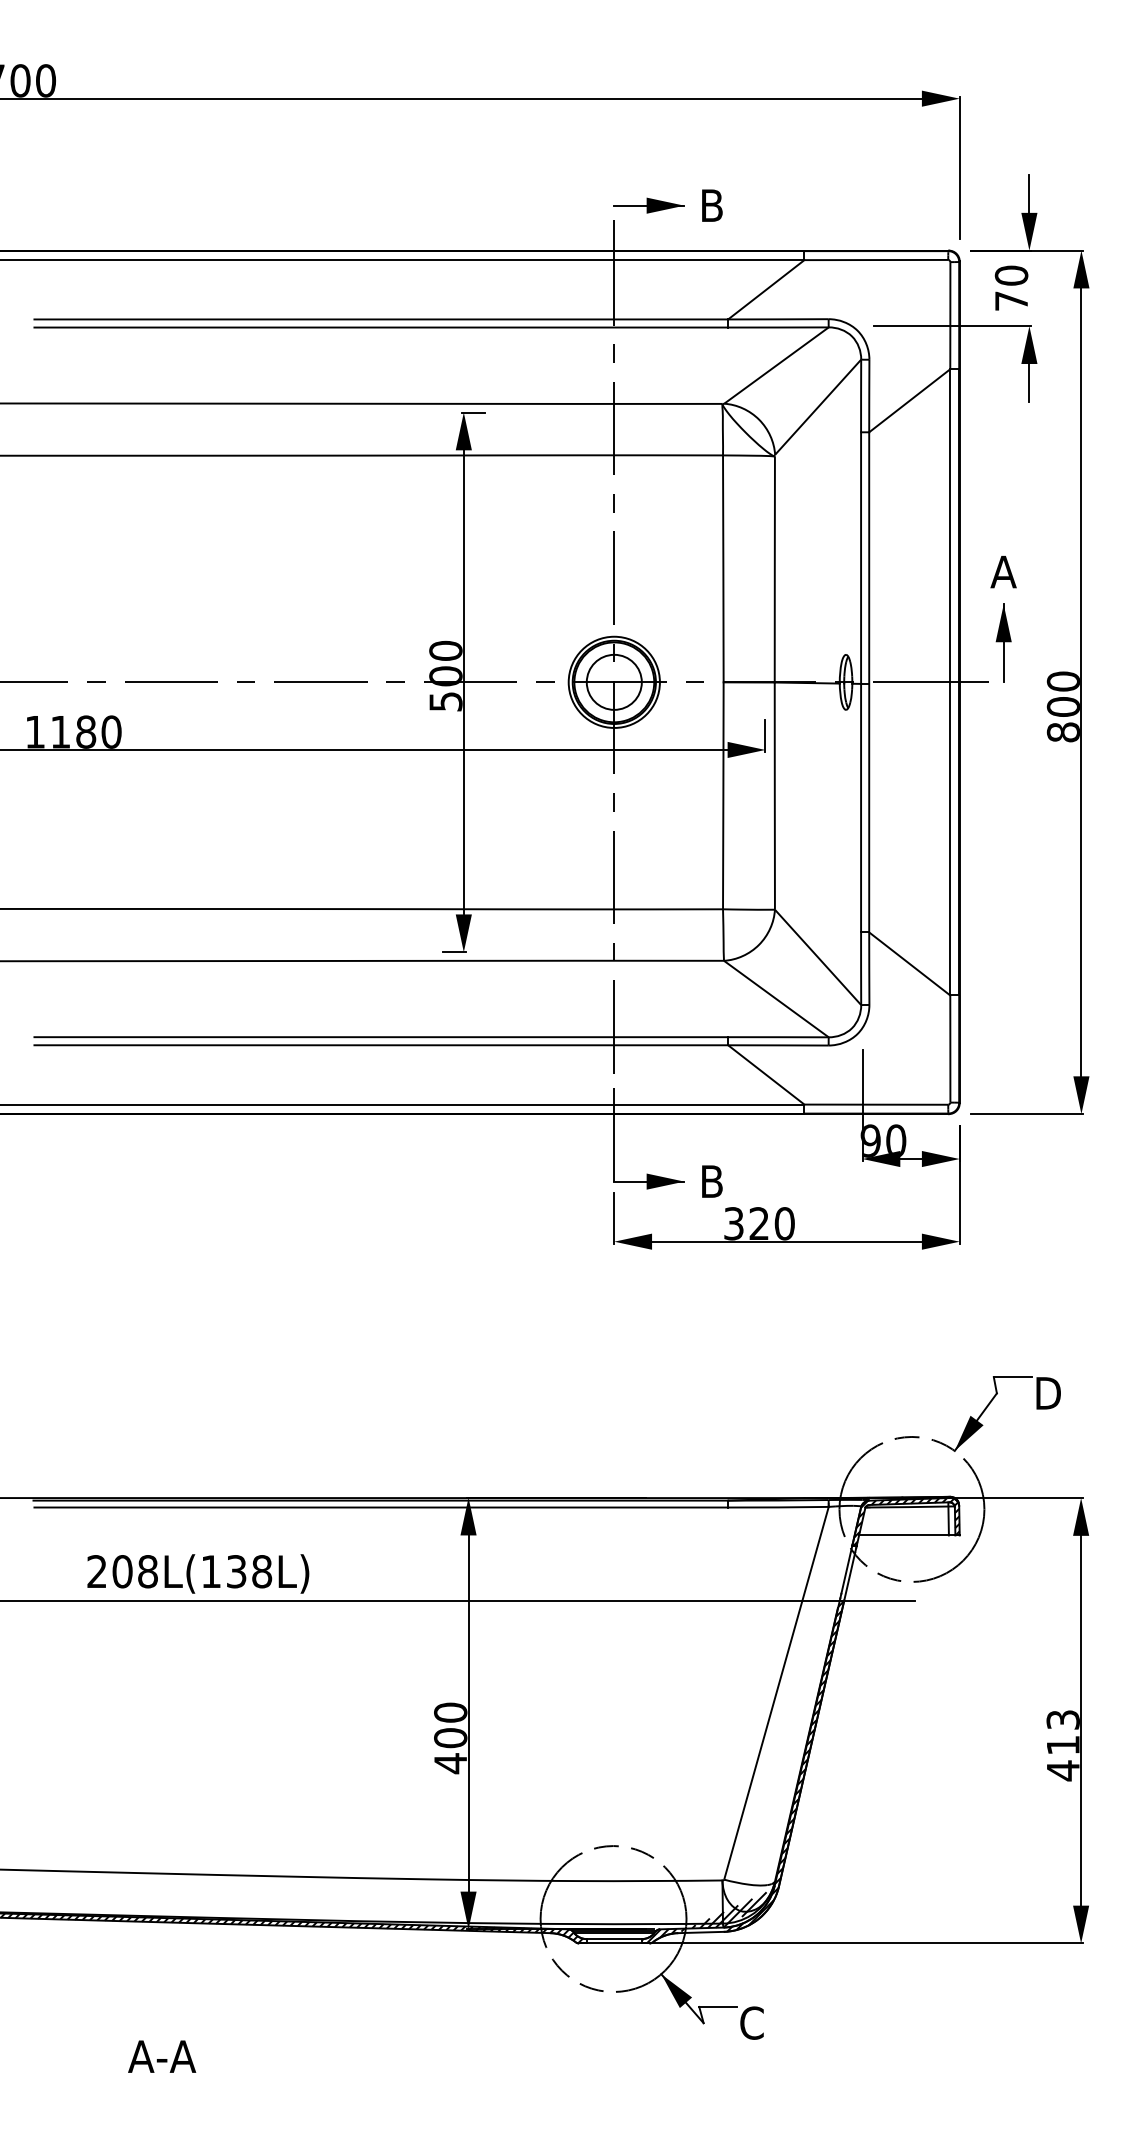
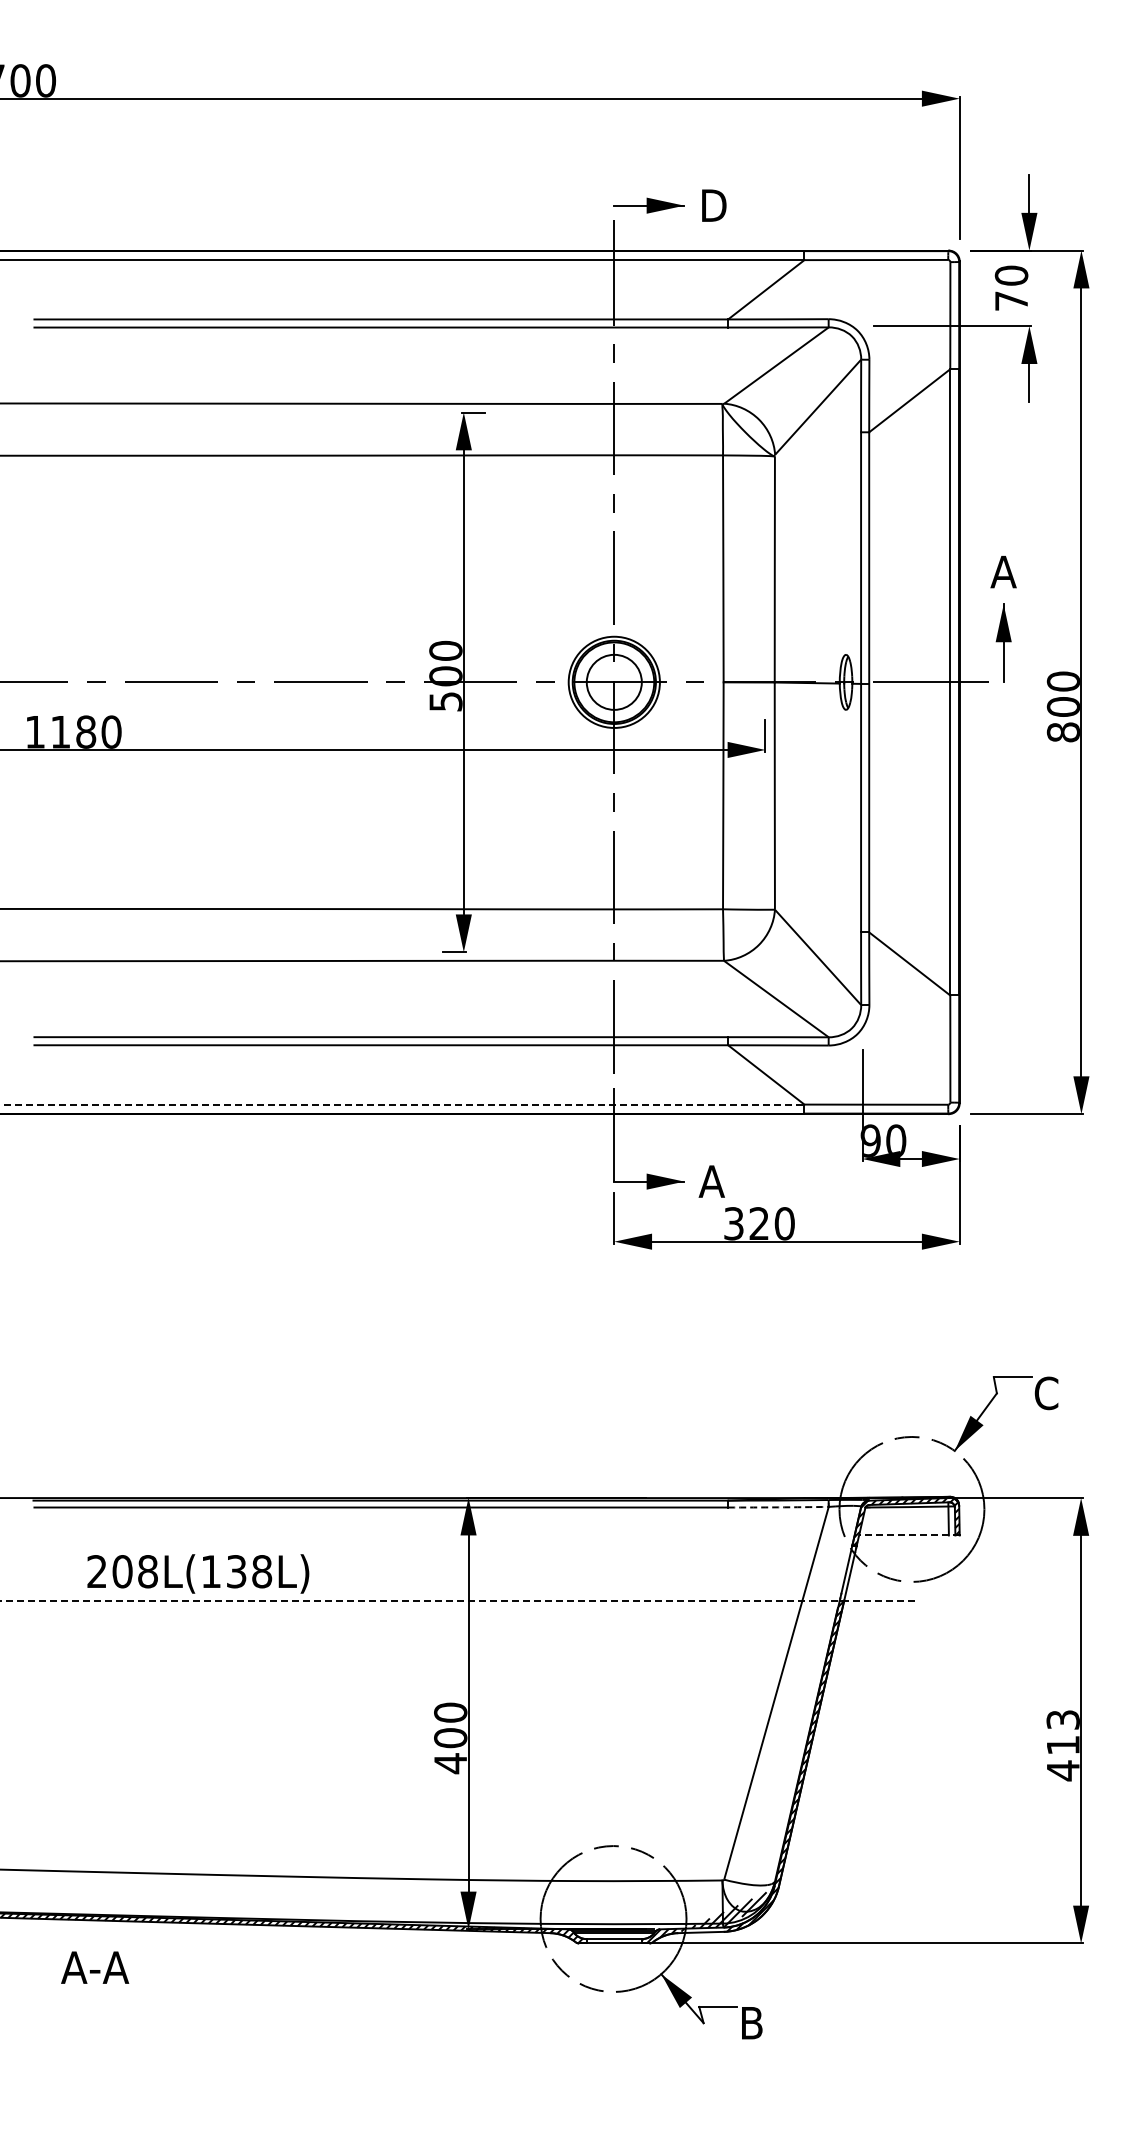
text at (716, 205): B -> D
line at (402, 1104): solid -> dashed
text at (711, 1181): B -> A
text at (1047, 1393): D -> C
arc at (778, 1507): solid -> dashed
line at (908, 1535): solid -> dashed
line at (456, 1600): solid -> dashed
text at (751, 2022): C -> B
text at (162, 2056) position: (162, 2056) -> (95, 1967)
